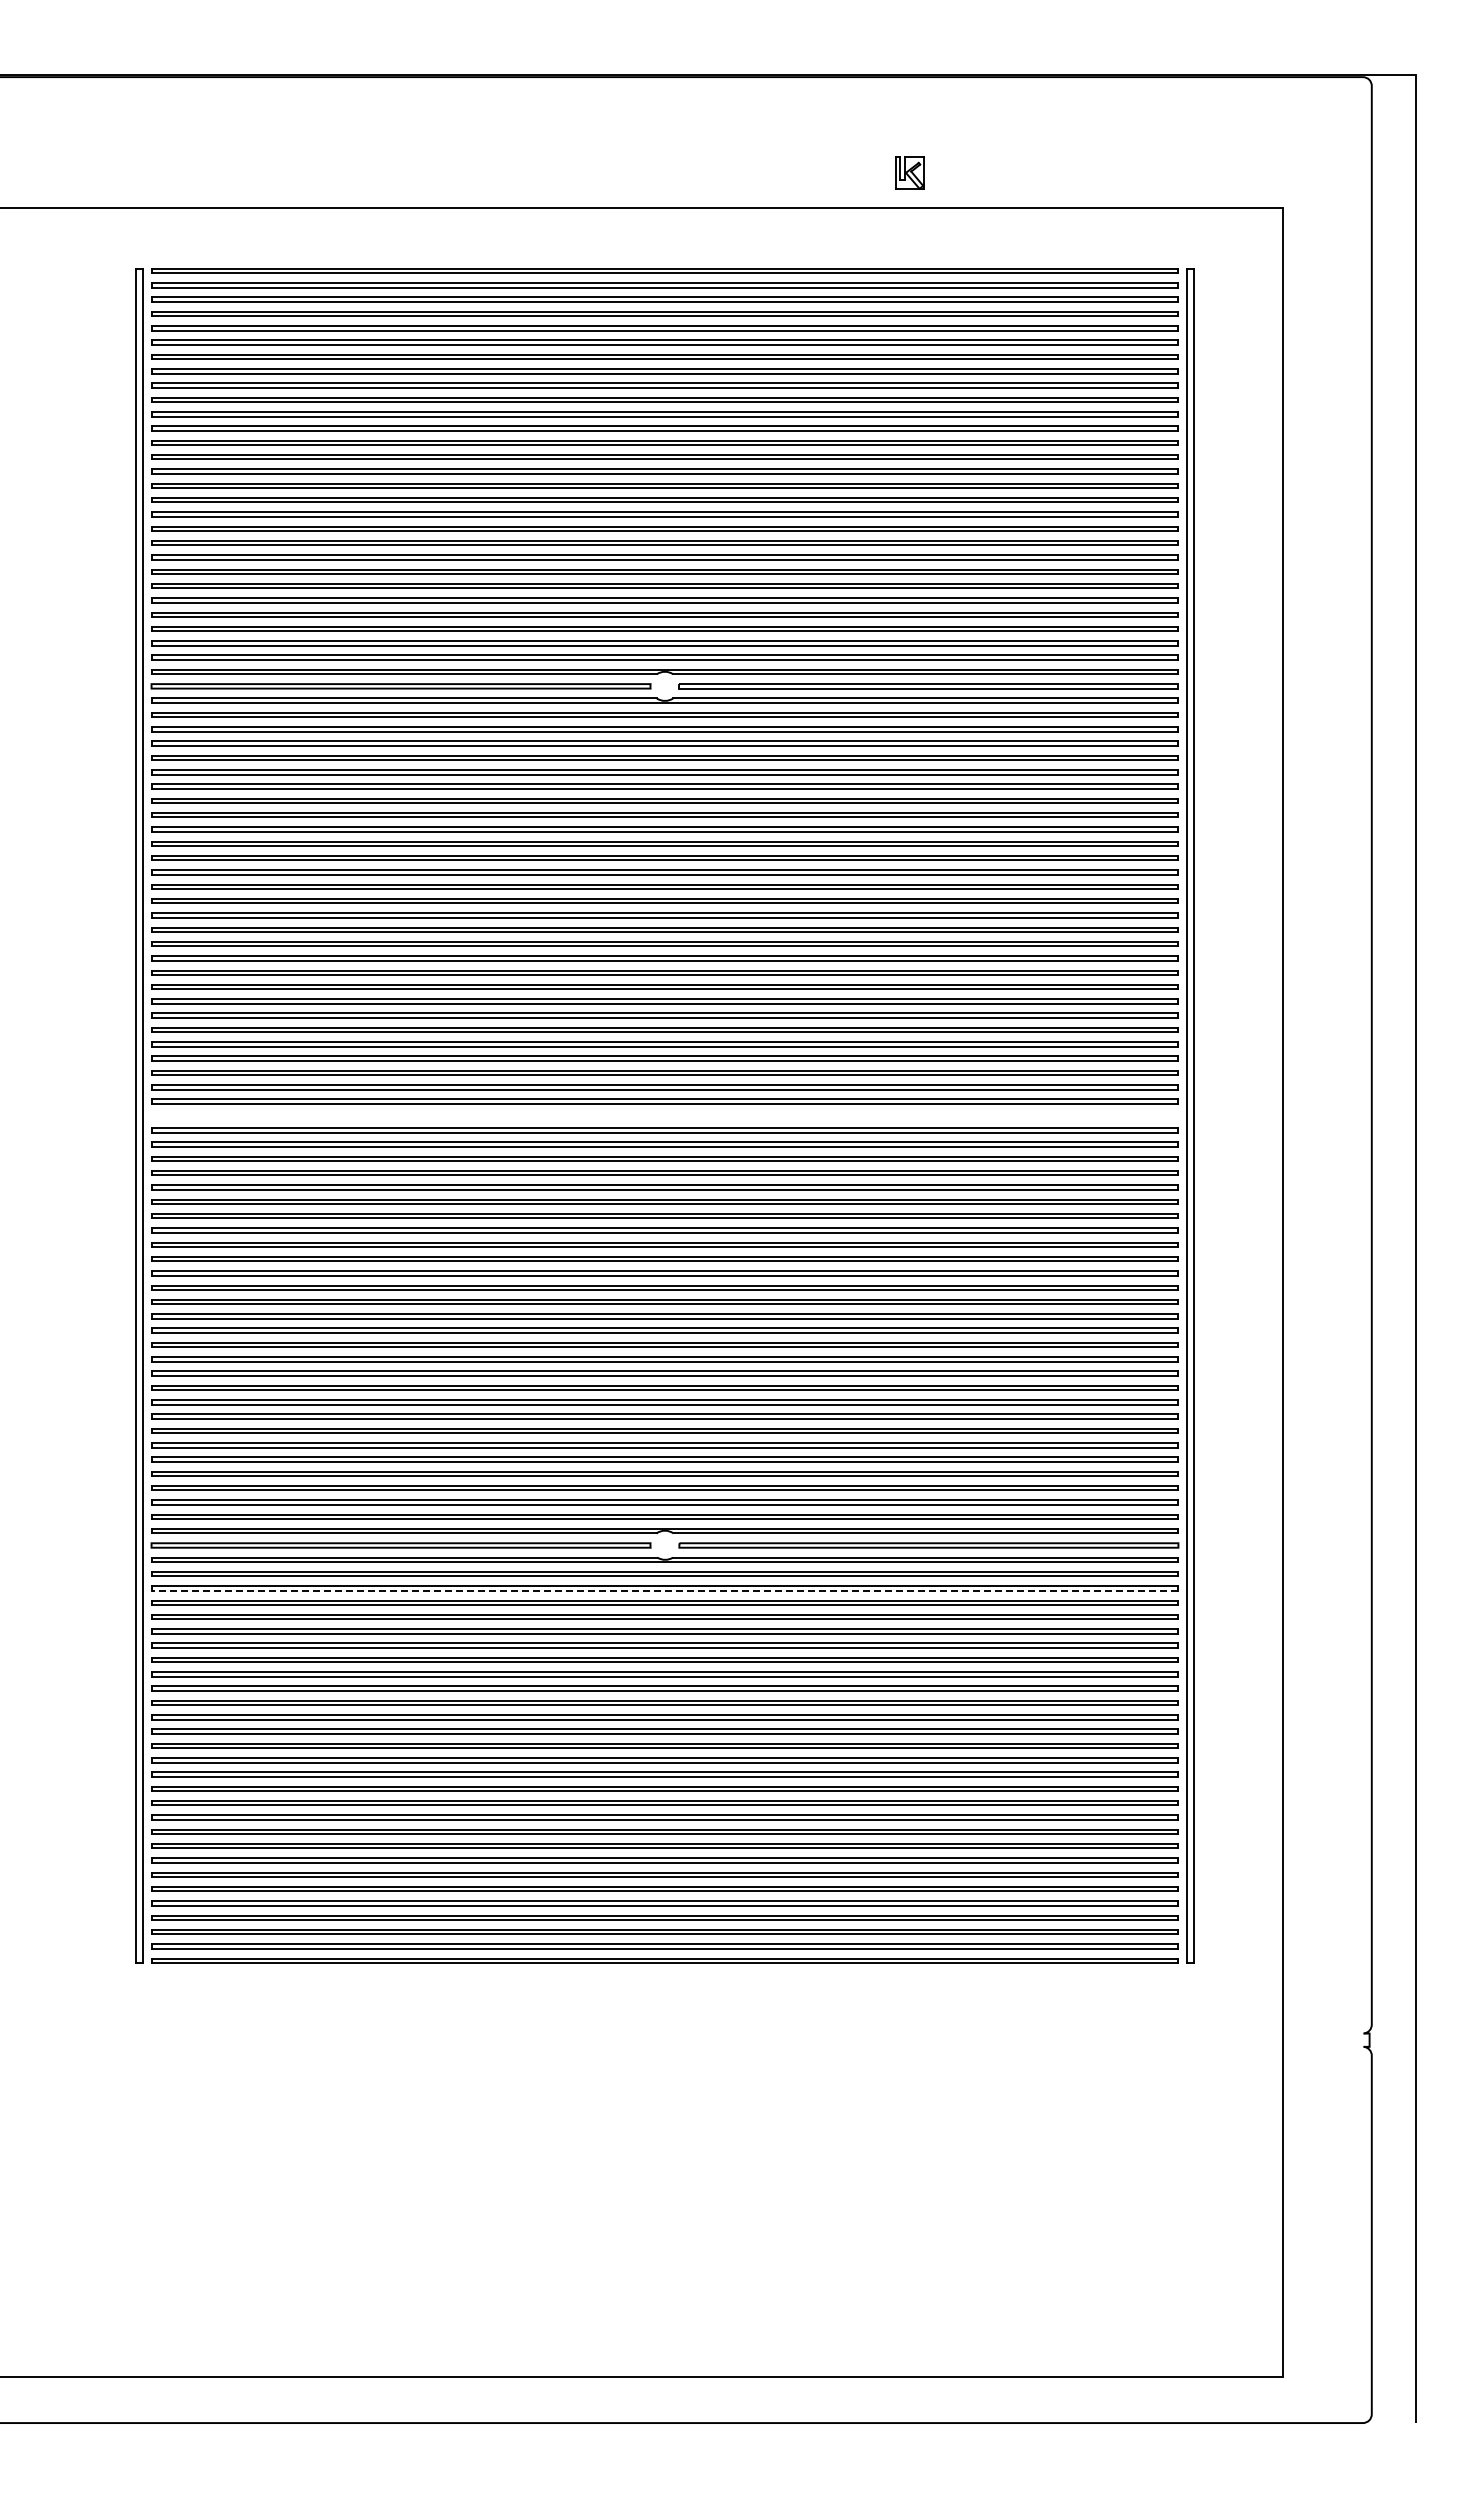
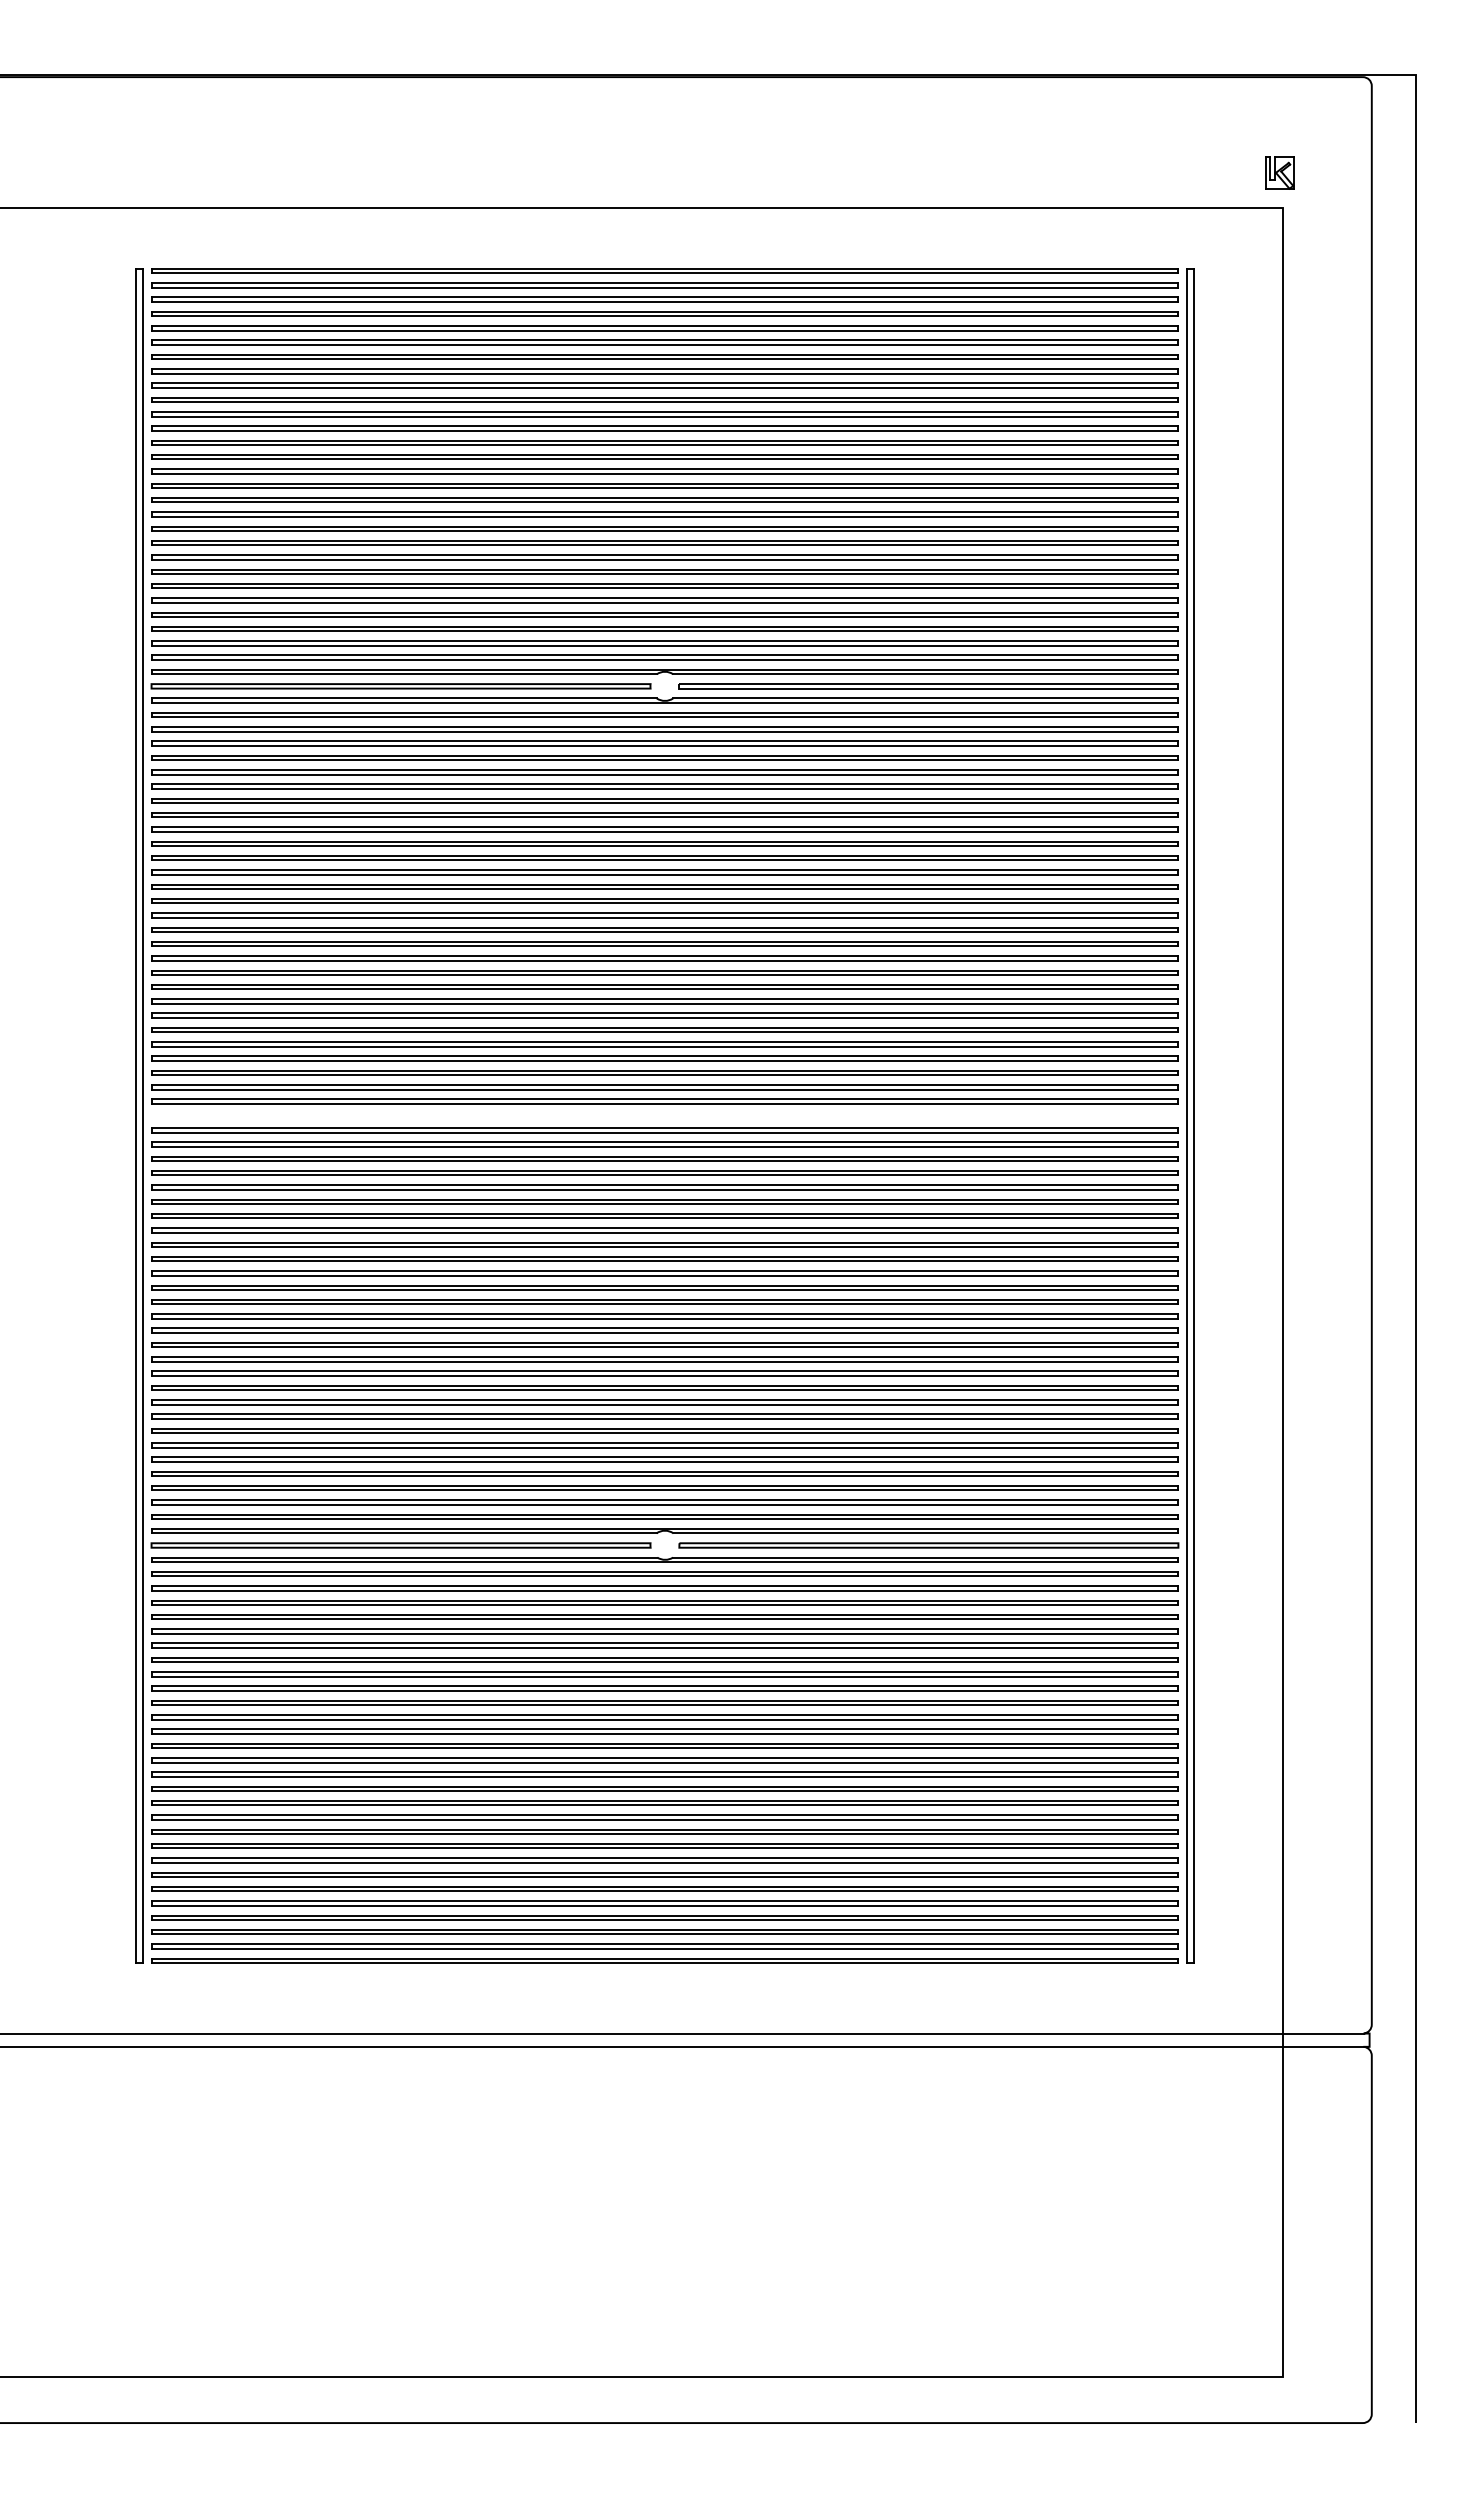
part at (909, 172) position: (909, 172) -> (1279, 172)
line at (664, 1590): dashed -> solid
line at (683, 2033): none -> present
line at (683, 2046): none -> present
